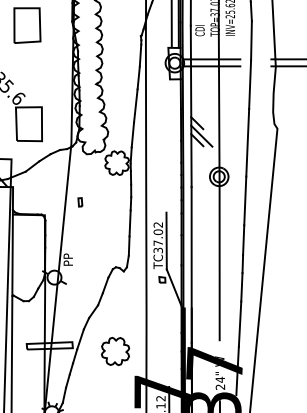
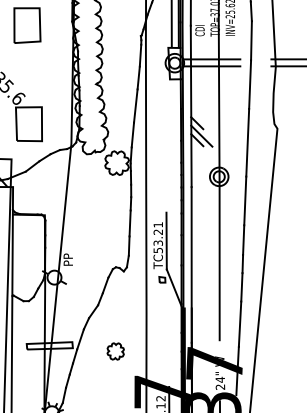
part at (80, 202): present -> none
text at (158, 237): TC37.02 -> TC53.21
part at (115, 351) size: 30x31 px -> 19x19 px
